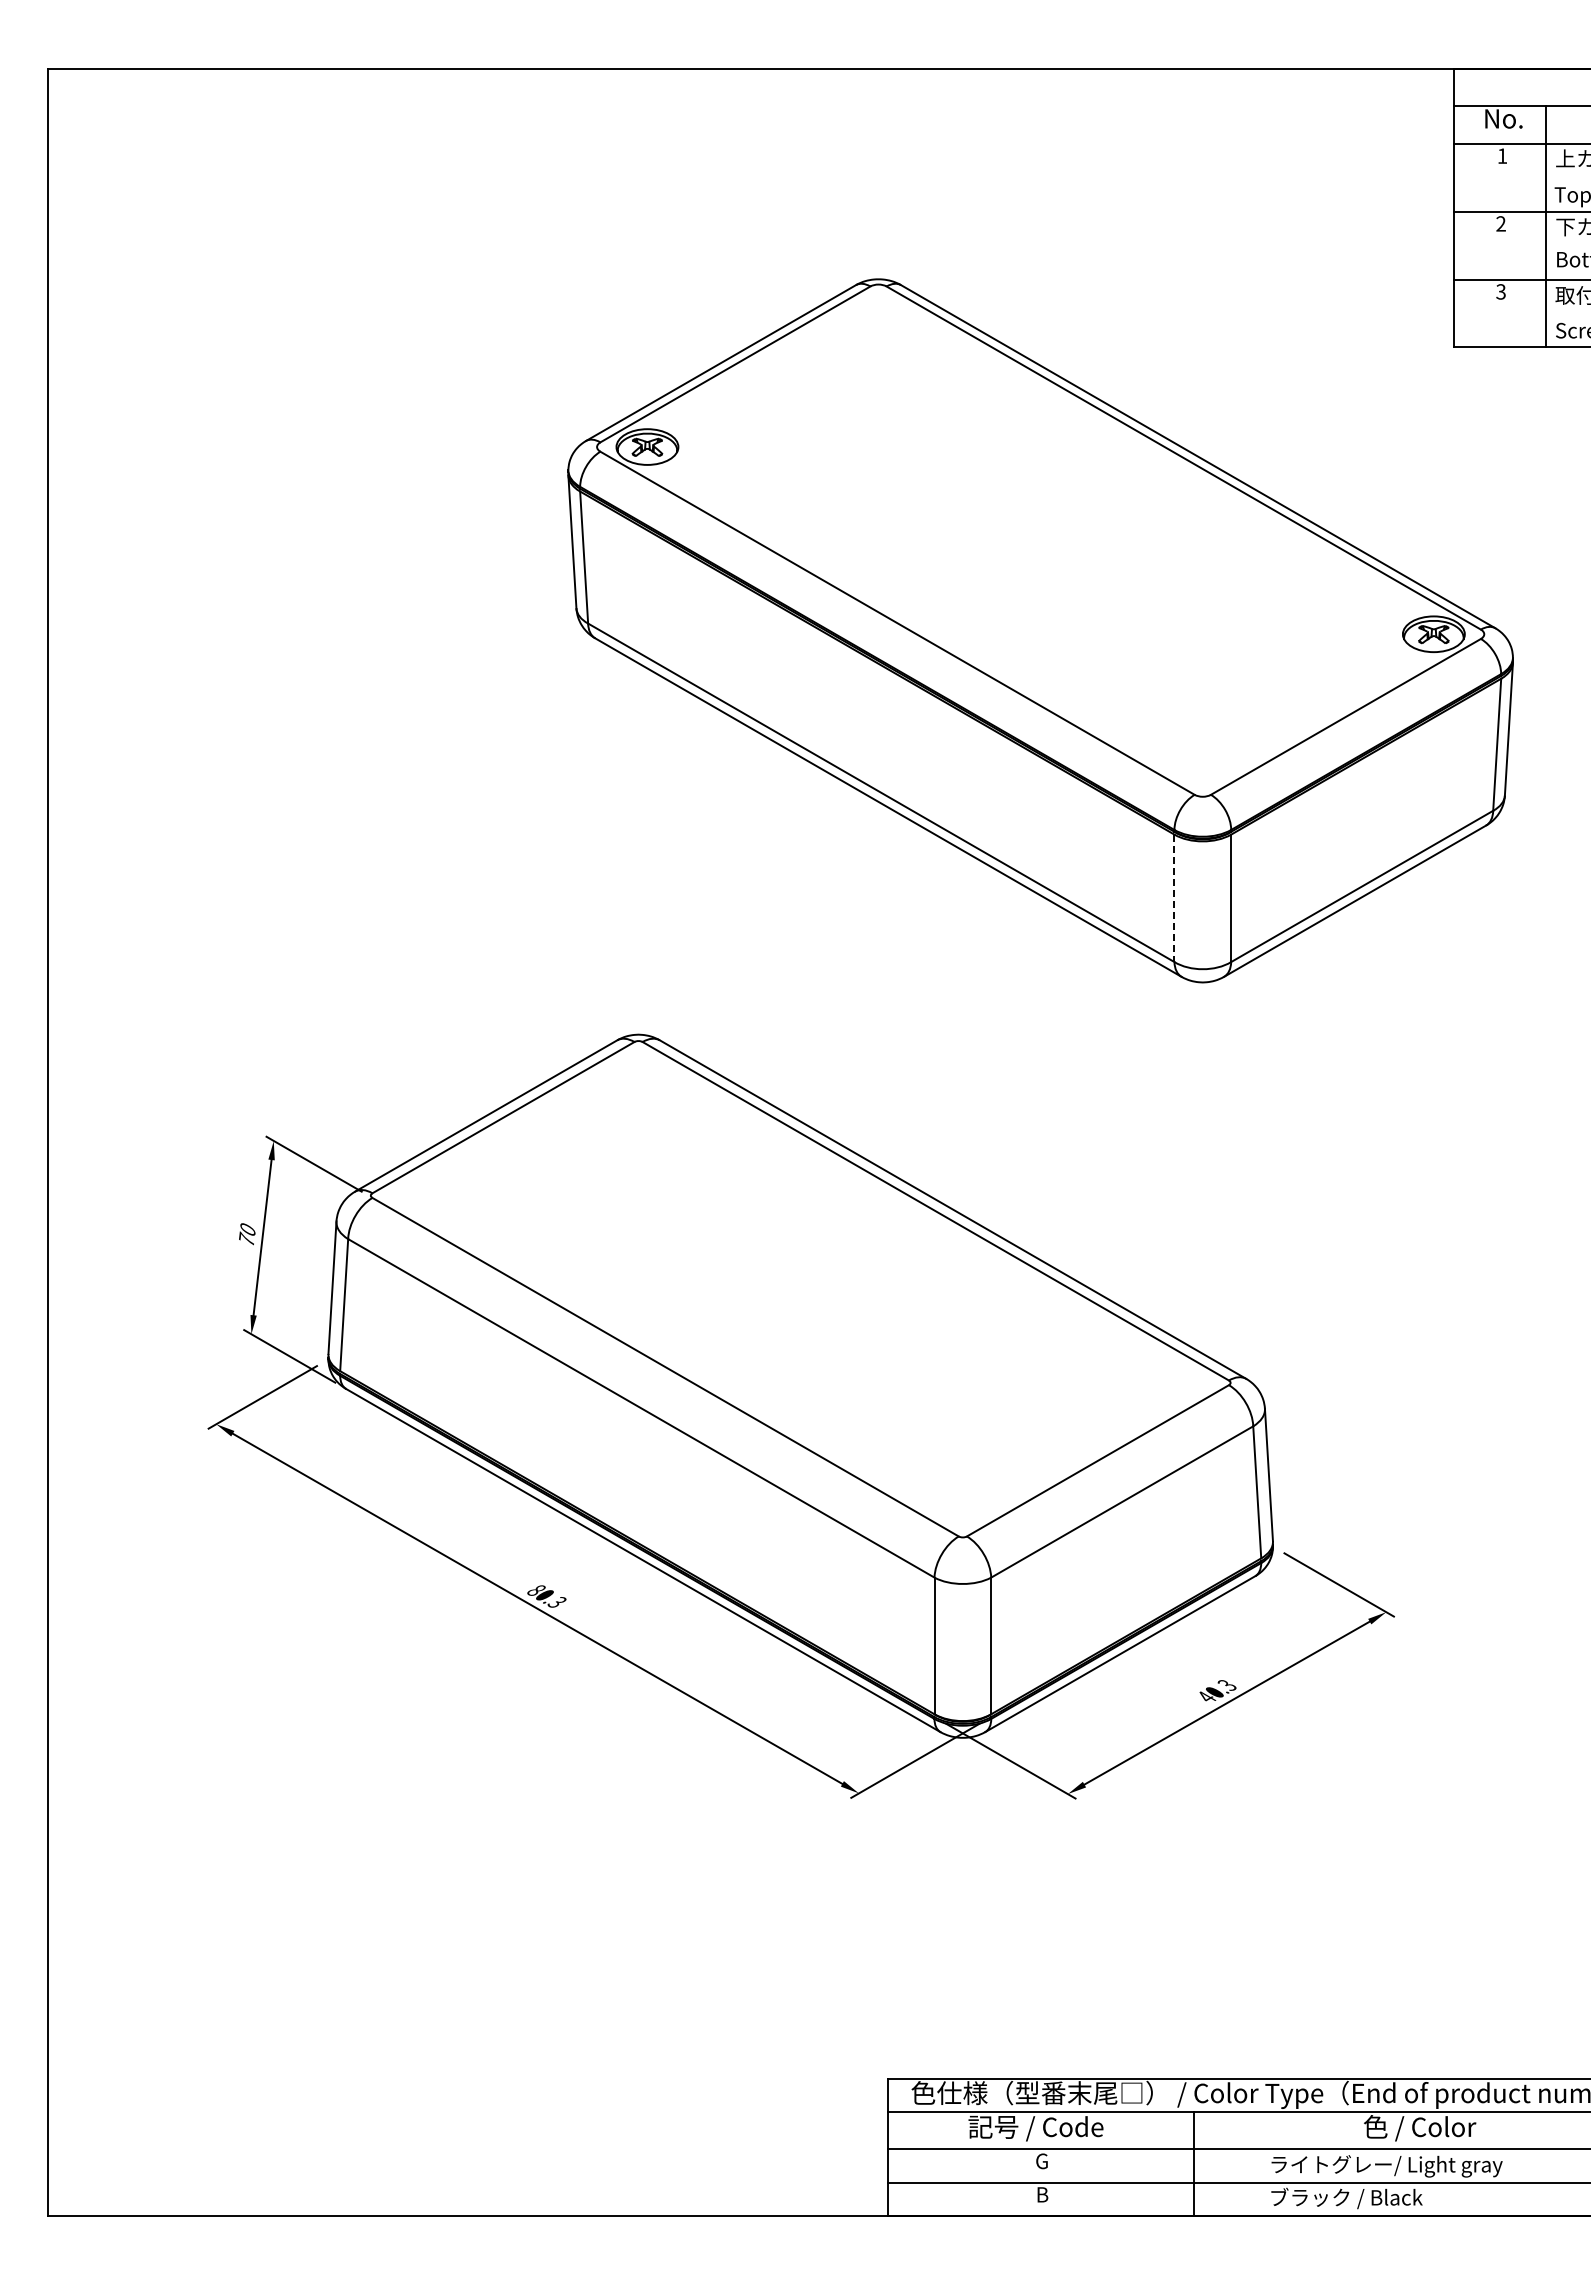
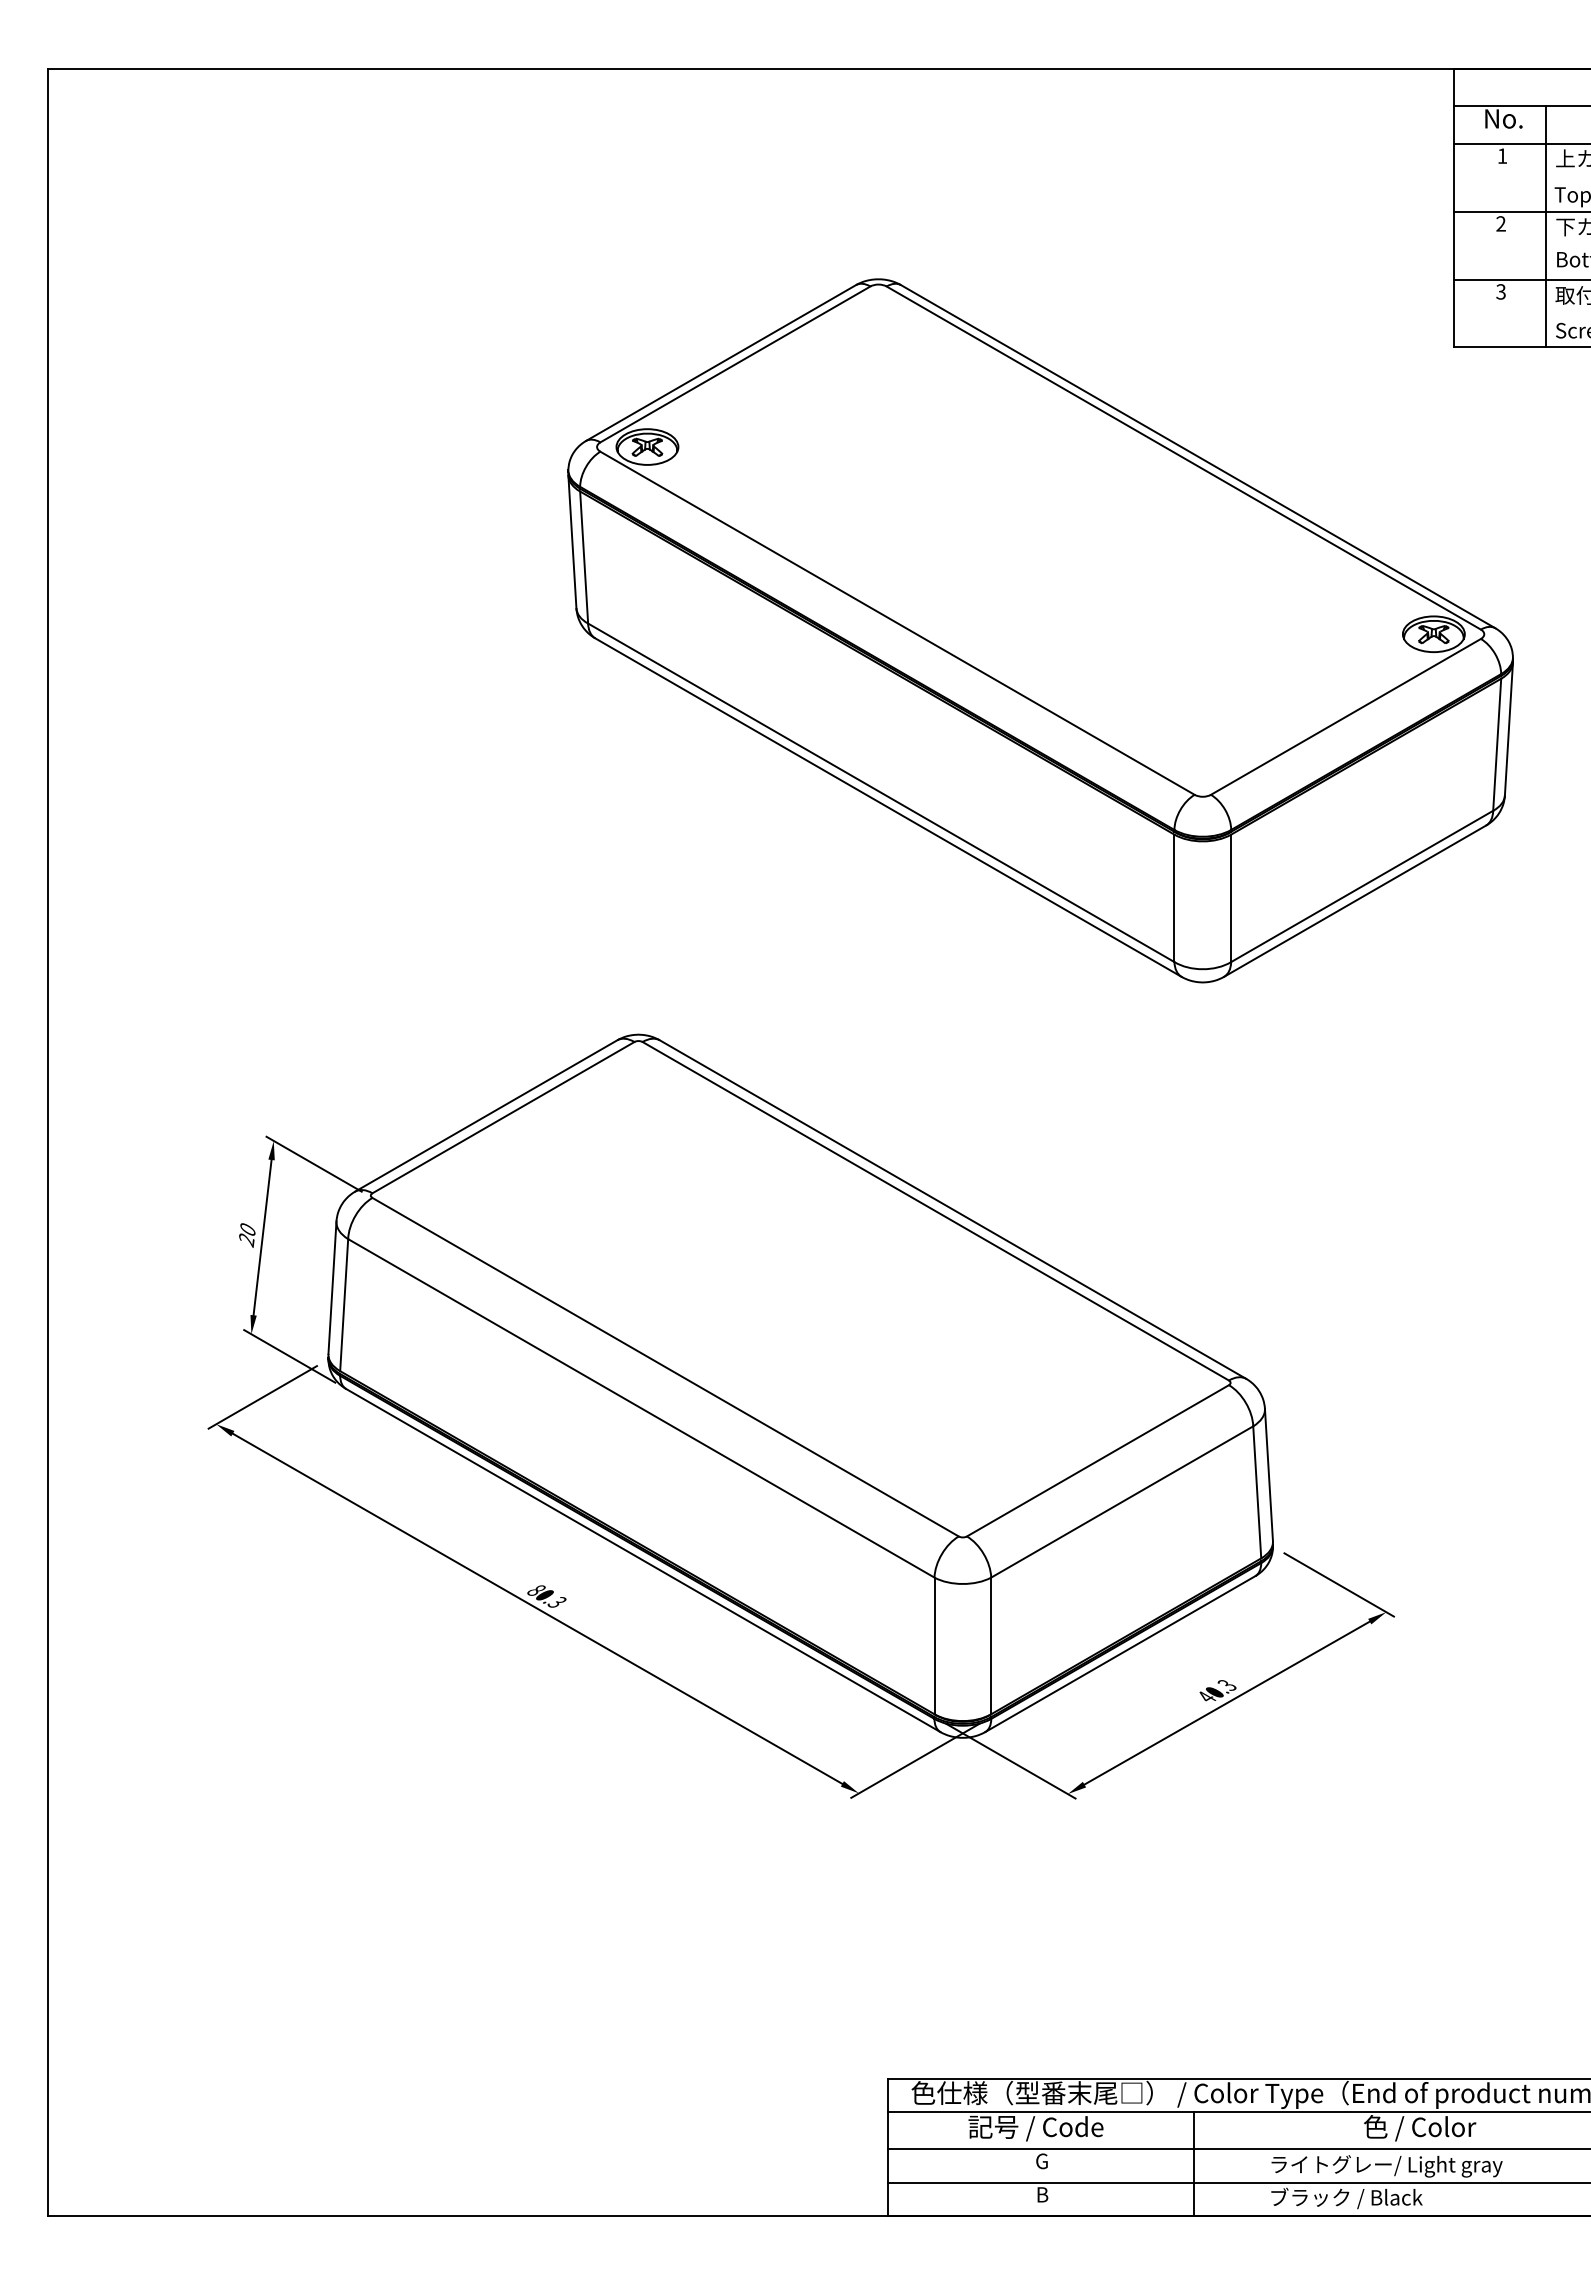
line at (1174, 898): dashed -> solid
text at (246, 1239): 70 -> 20
